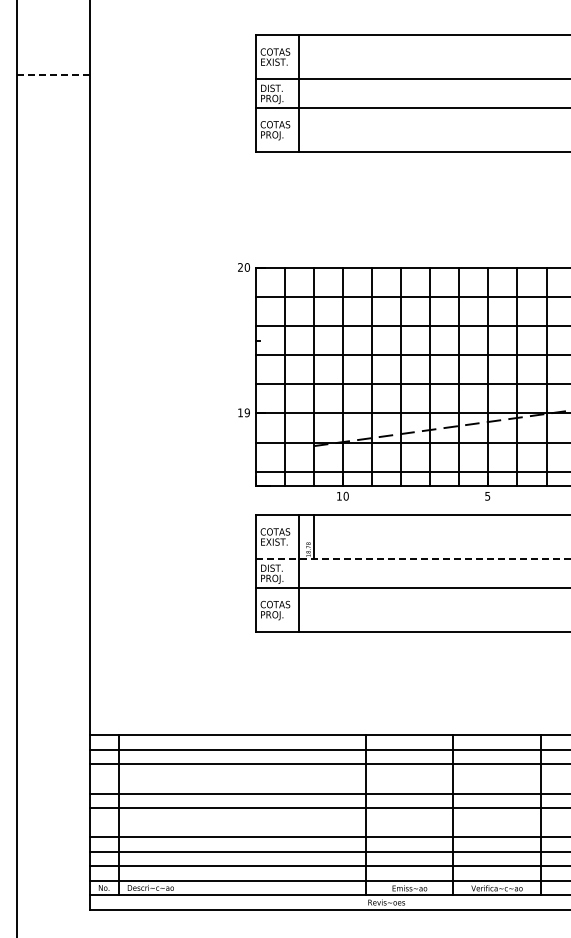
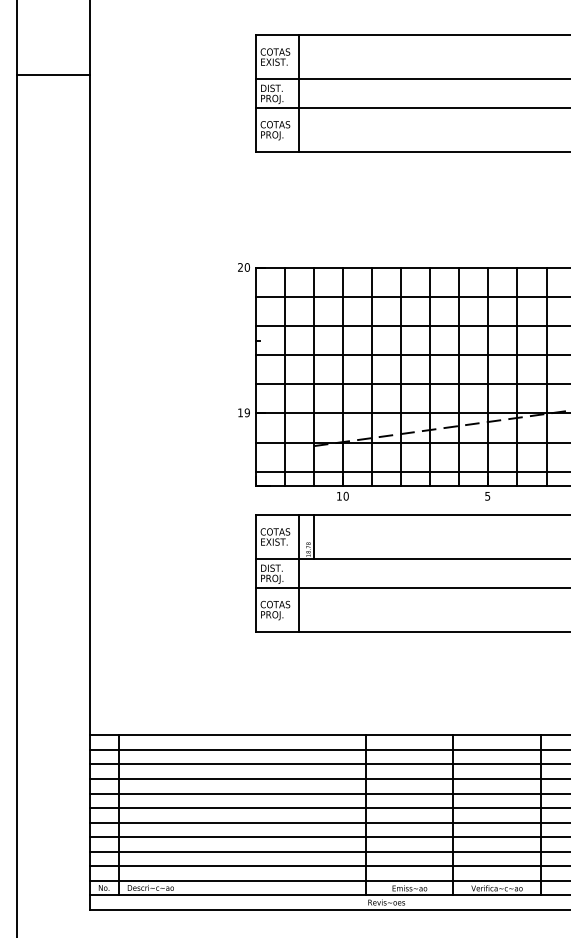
line at (54, 75): dashed -> solid
line at (413, 558): dashed -> solid
line at (328, 779): none -> present
line at (328, 822): none -> present
